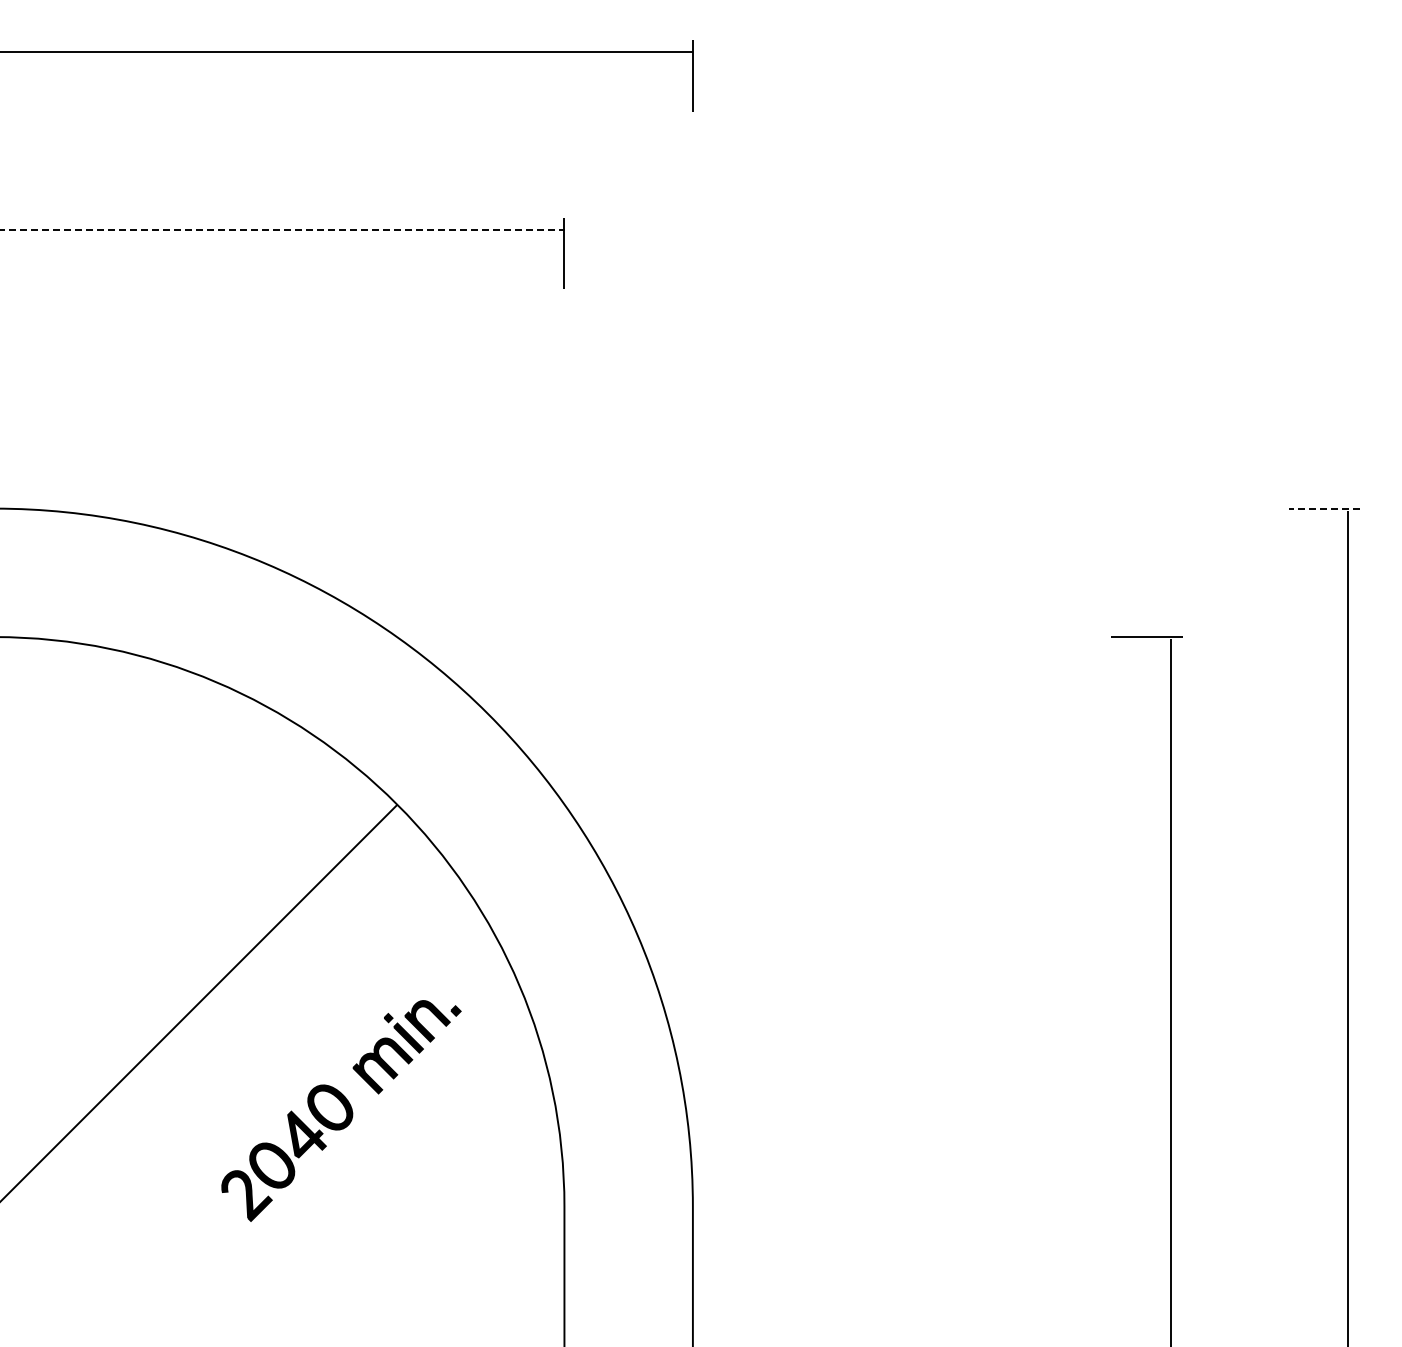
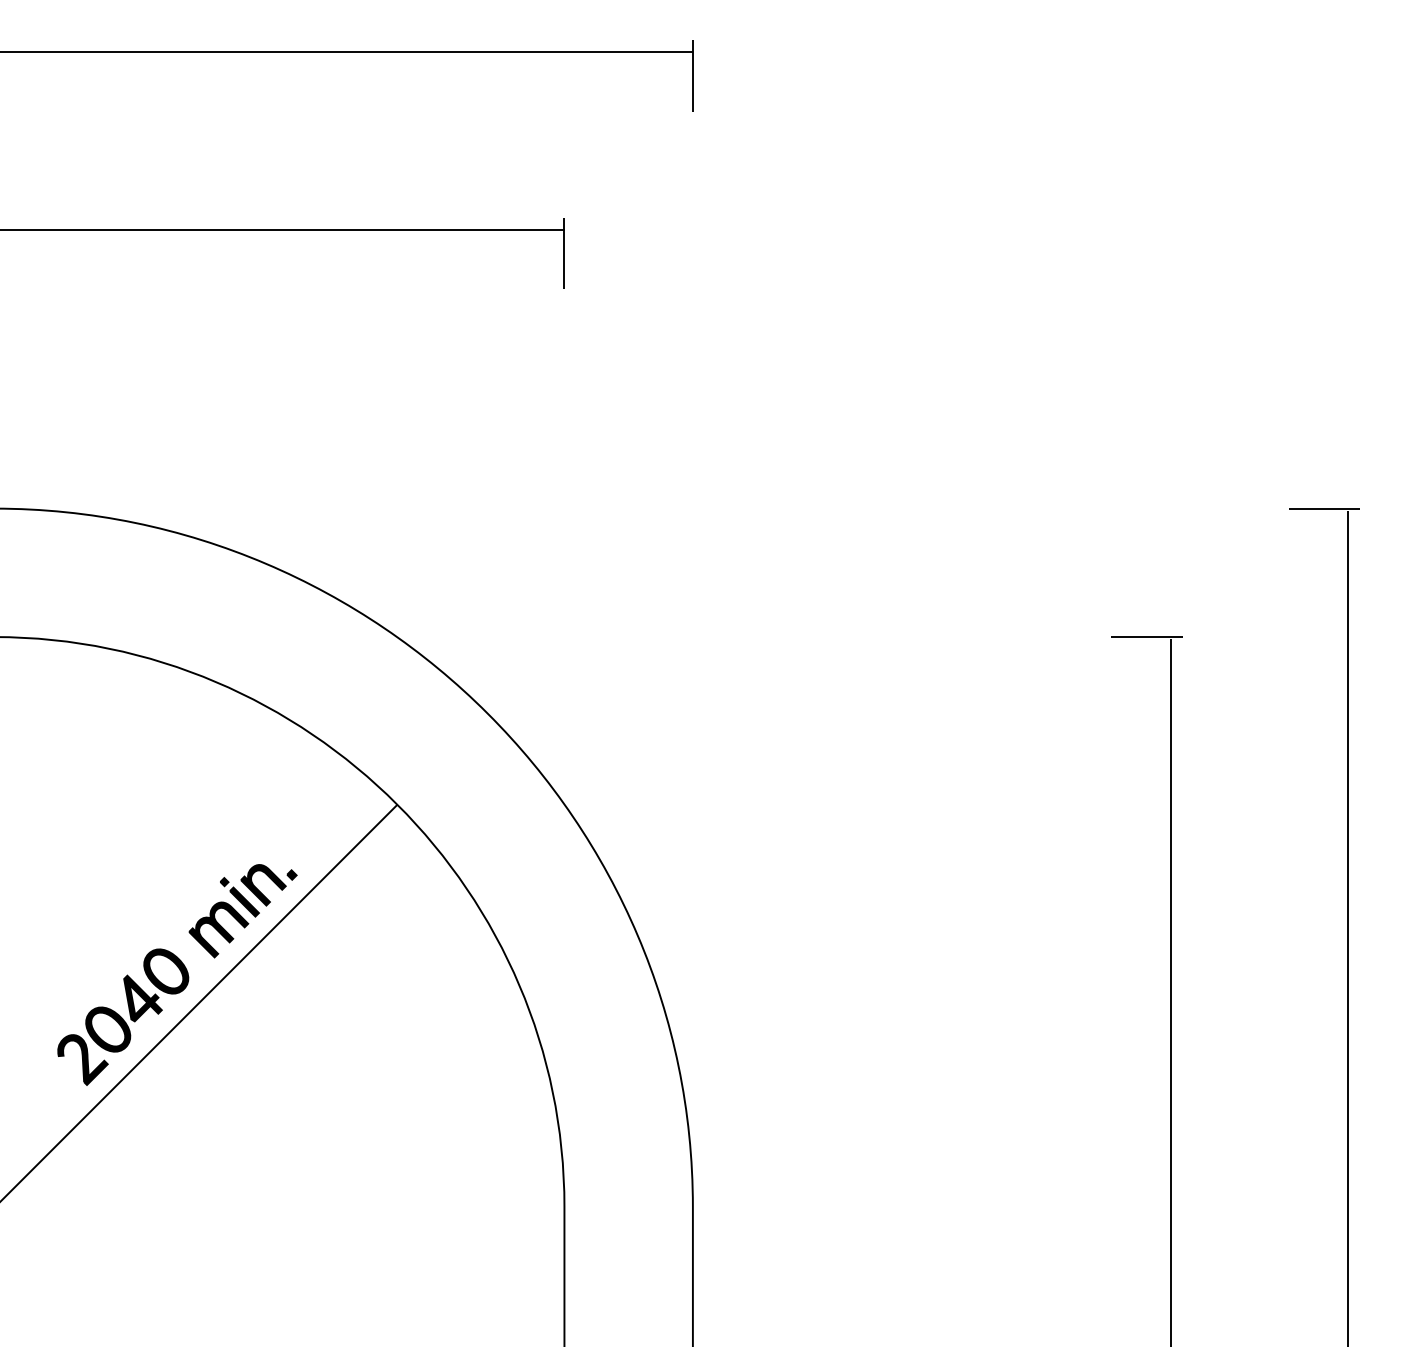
line at (283, 229): dashed -> solid
line at (1324, 508): dashed -> solid
part at (341, 1110) position: (341, 1110) -> (177, 974)
